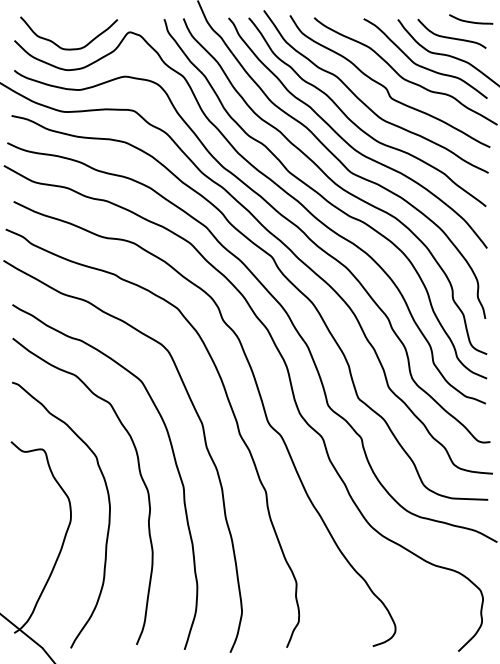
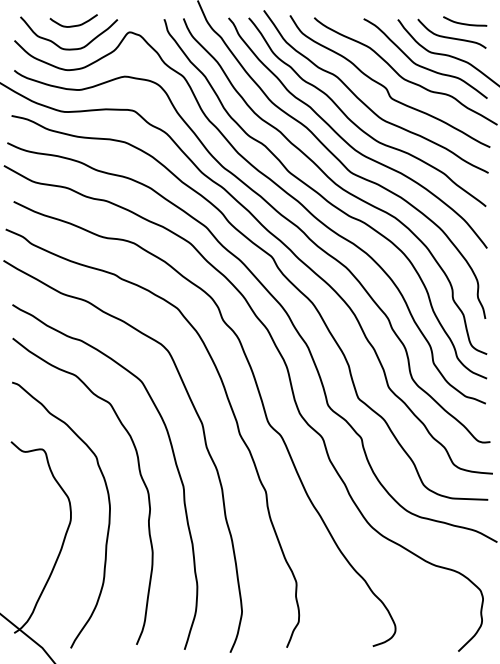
curve at (471, 21) position: (471, 21) -> (465, 23)
curve at (73, 25): none -> present
